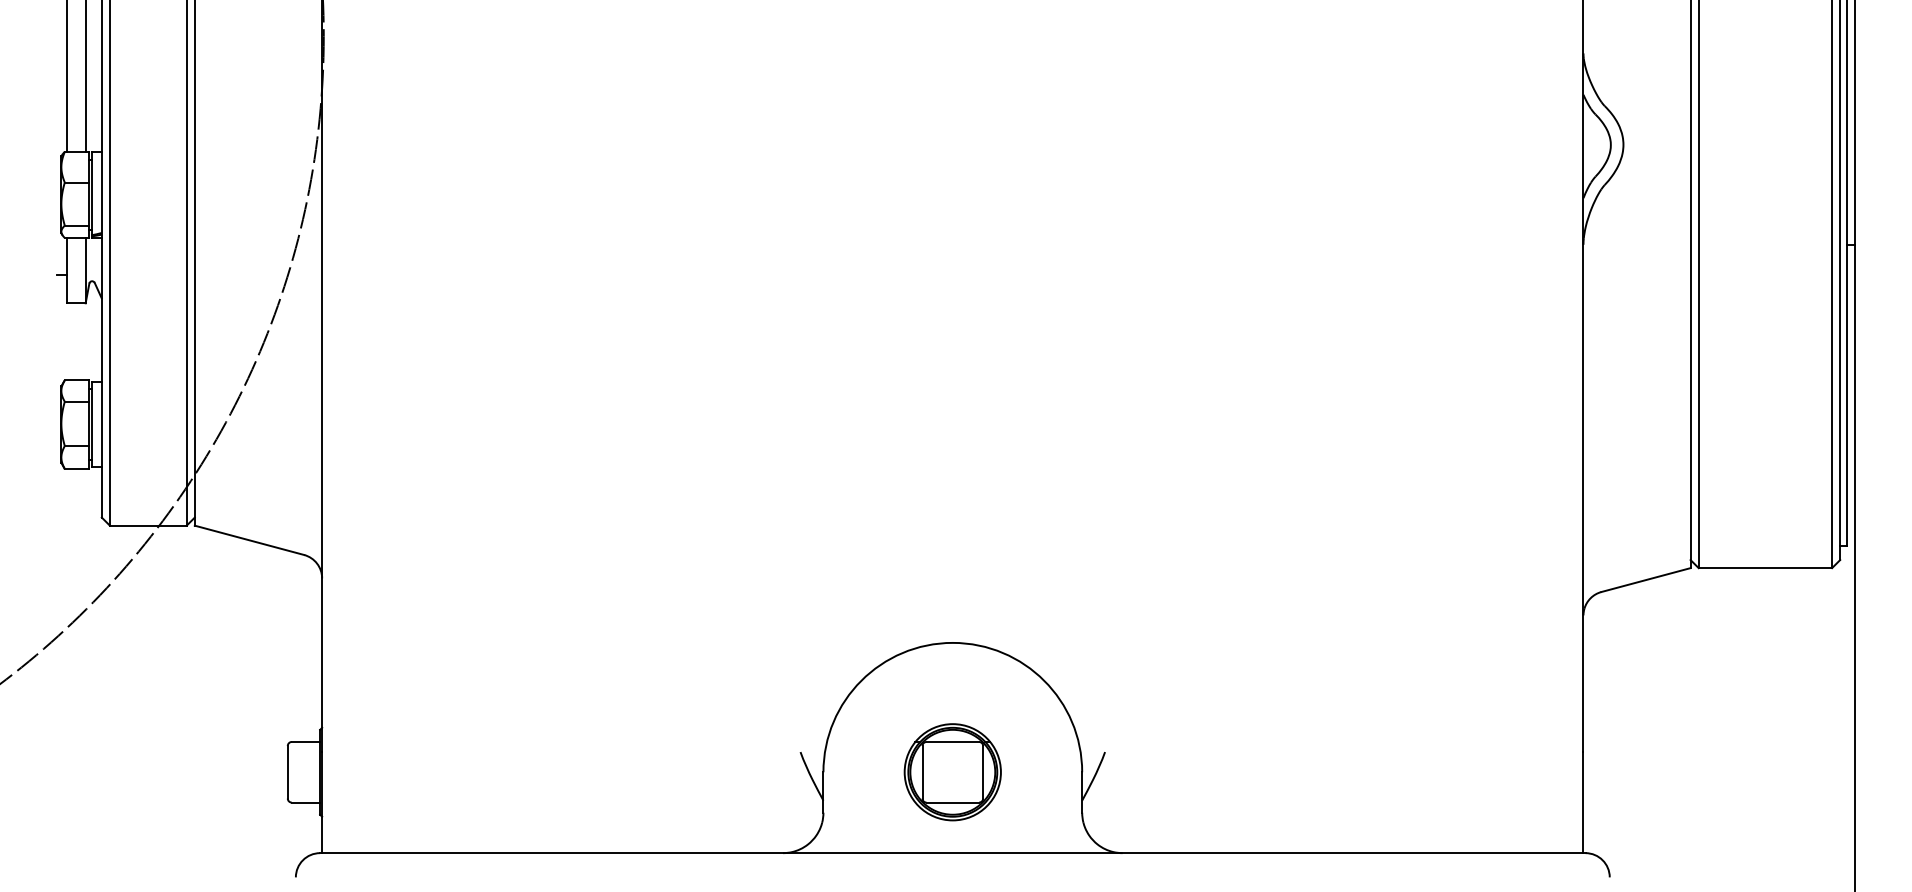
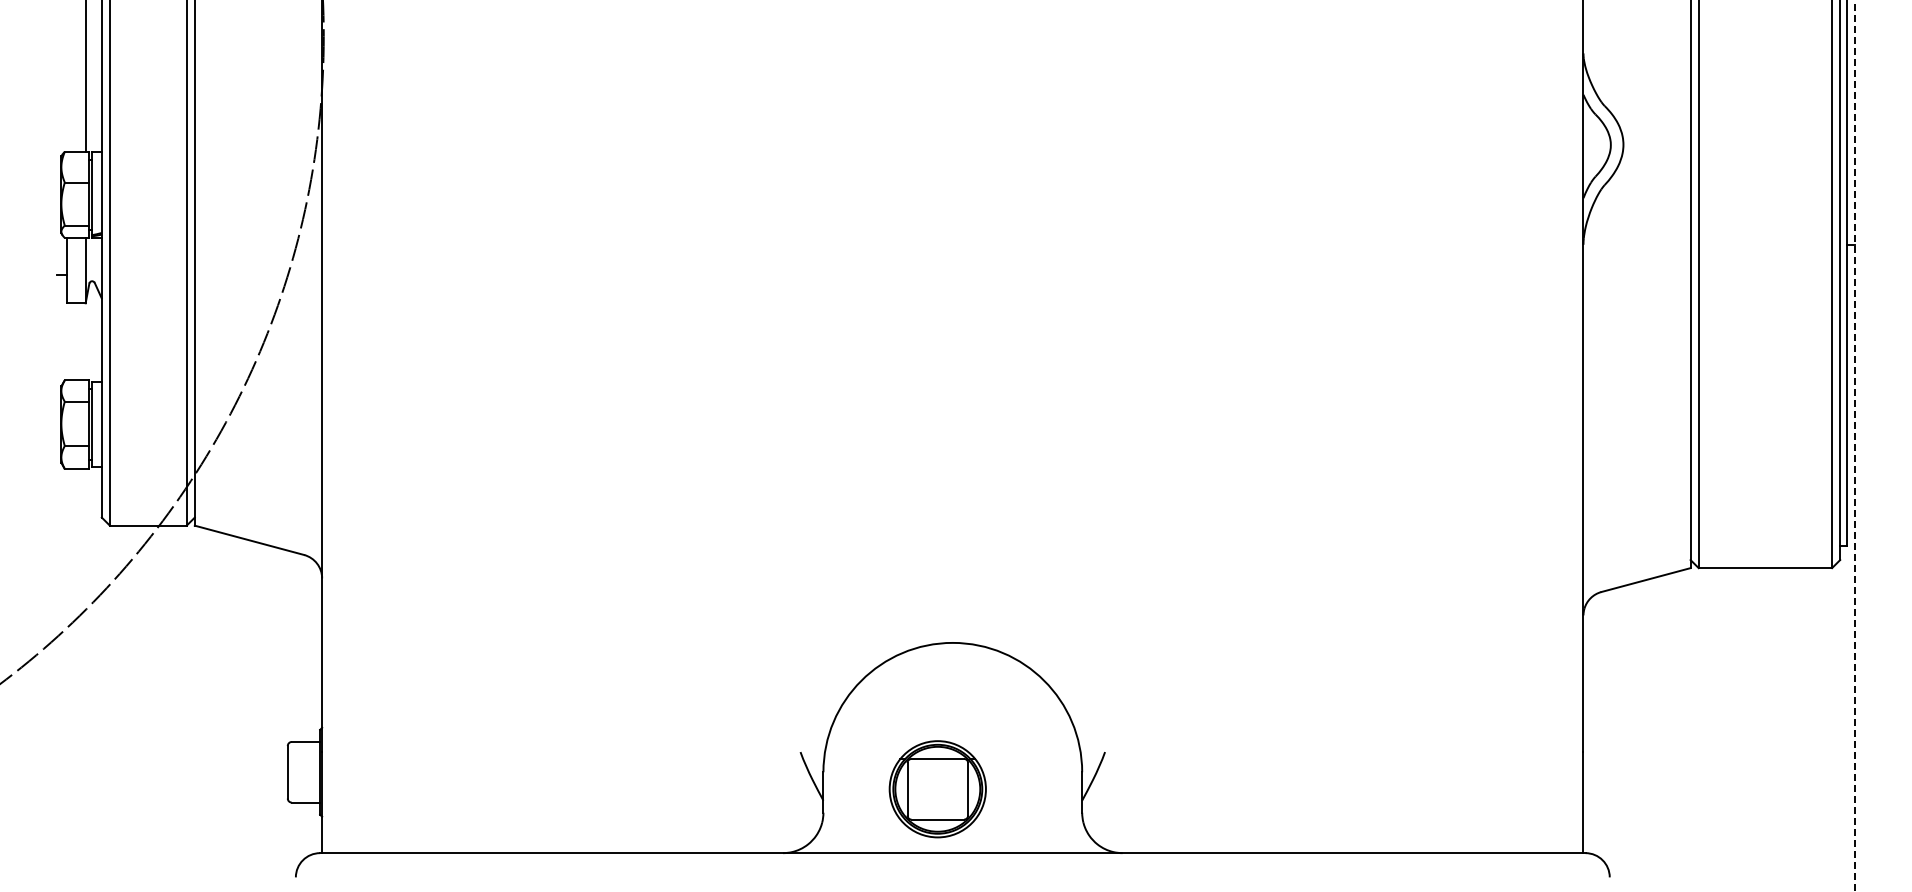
line at (67, 76): present -> none
line at (1854, 445): solid -> dashed
part at (952, 772) position: (952, 772) -> (937, 789)
